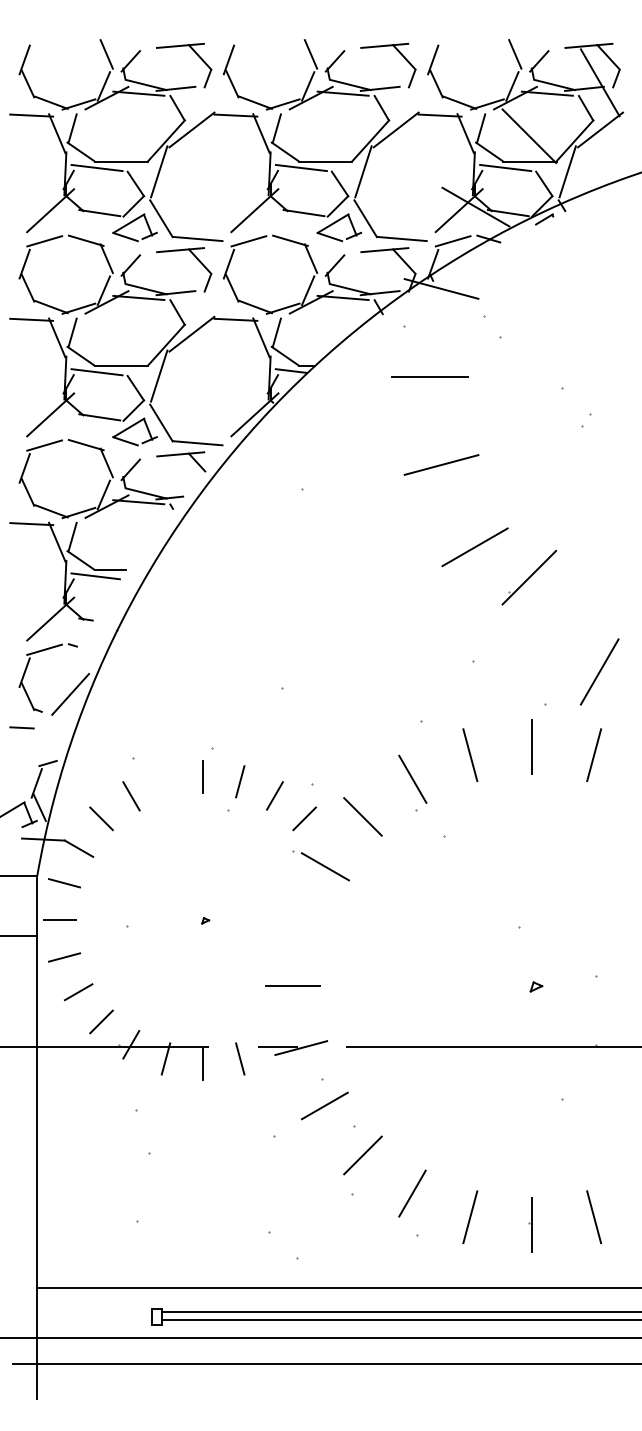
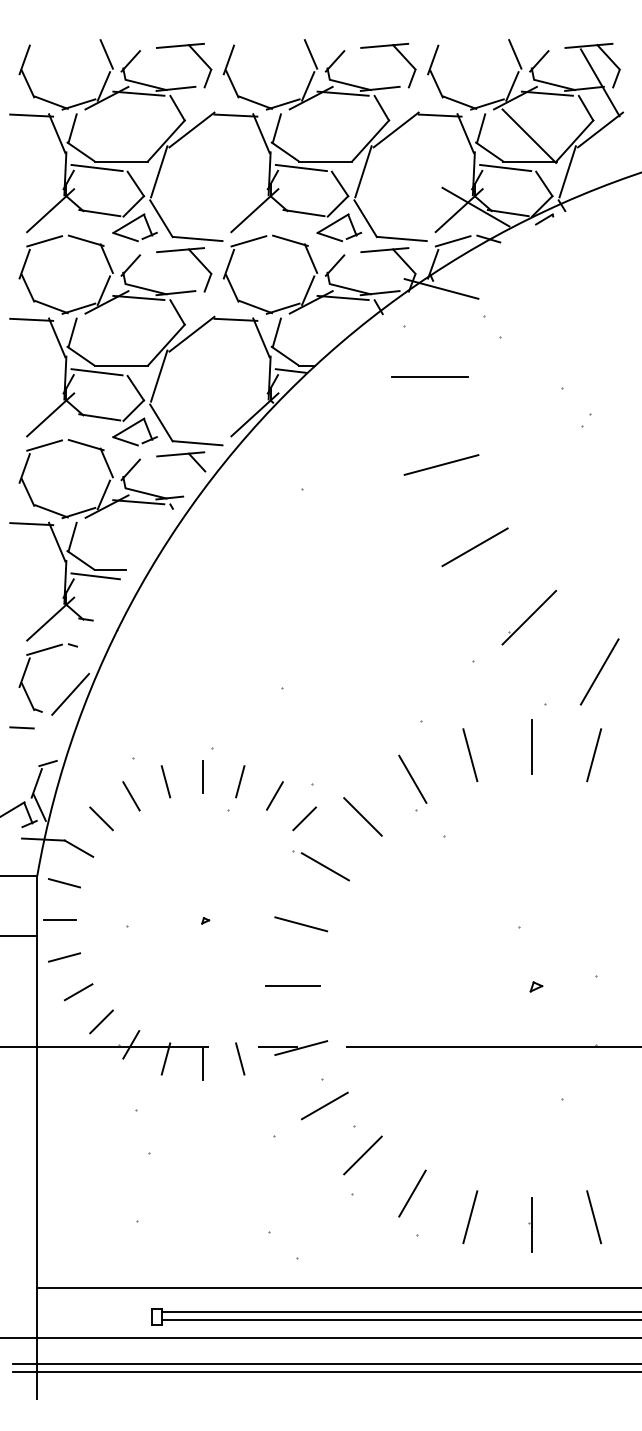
part at (528, 577) position: (528, 577) -> (528, 617)
line at (165, 781): none -> present
line at (301, 924): none -> present
line at (325, 1371): none -> present
